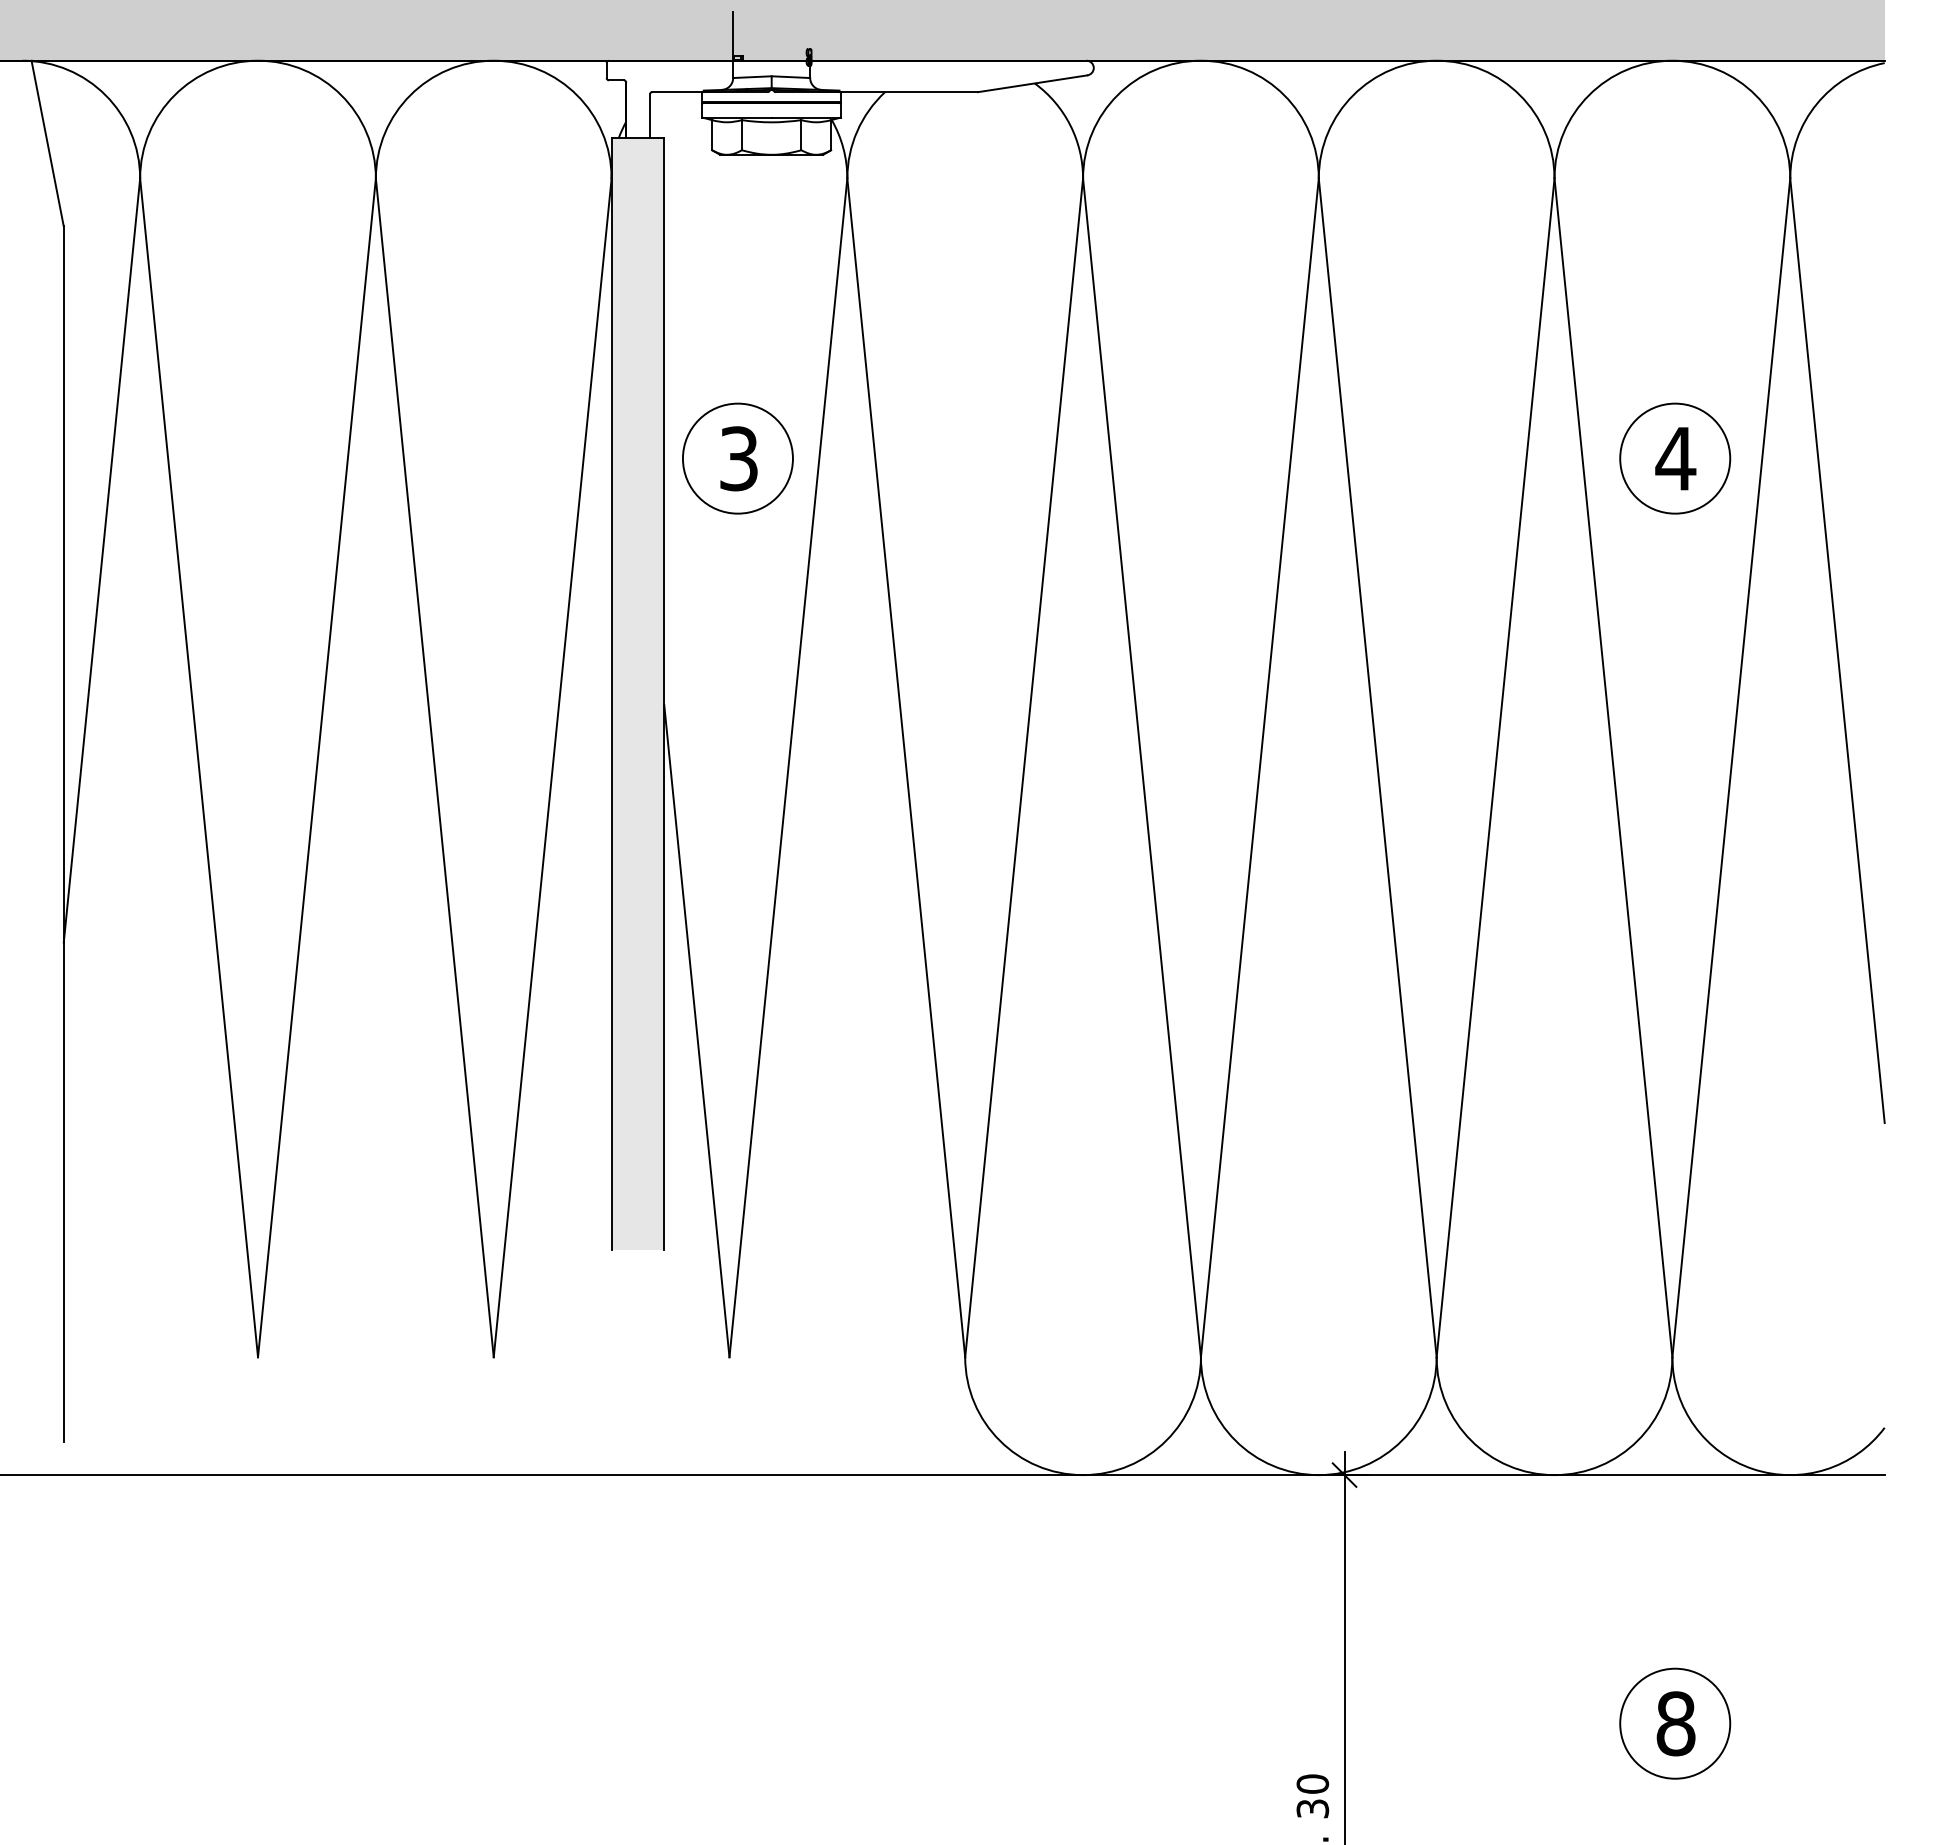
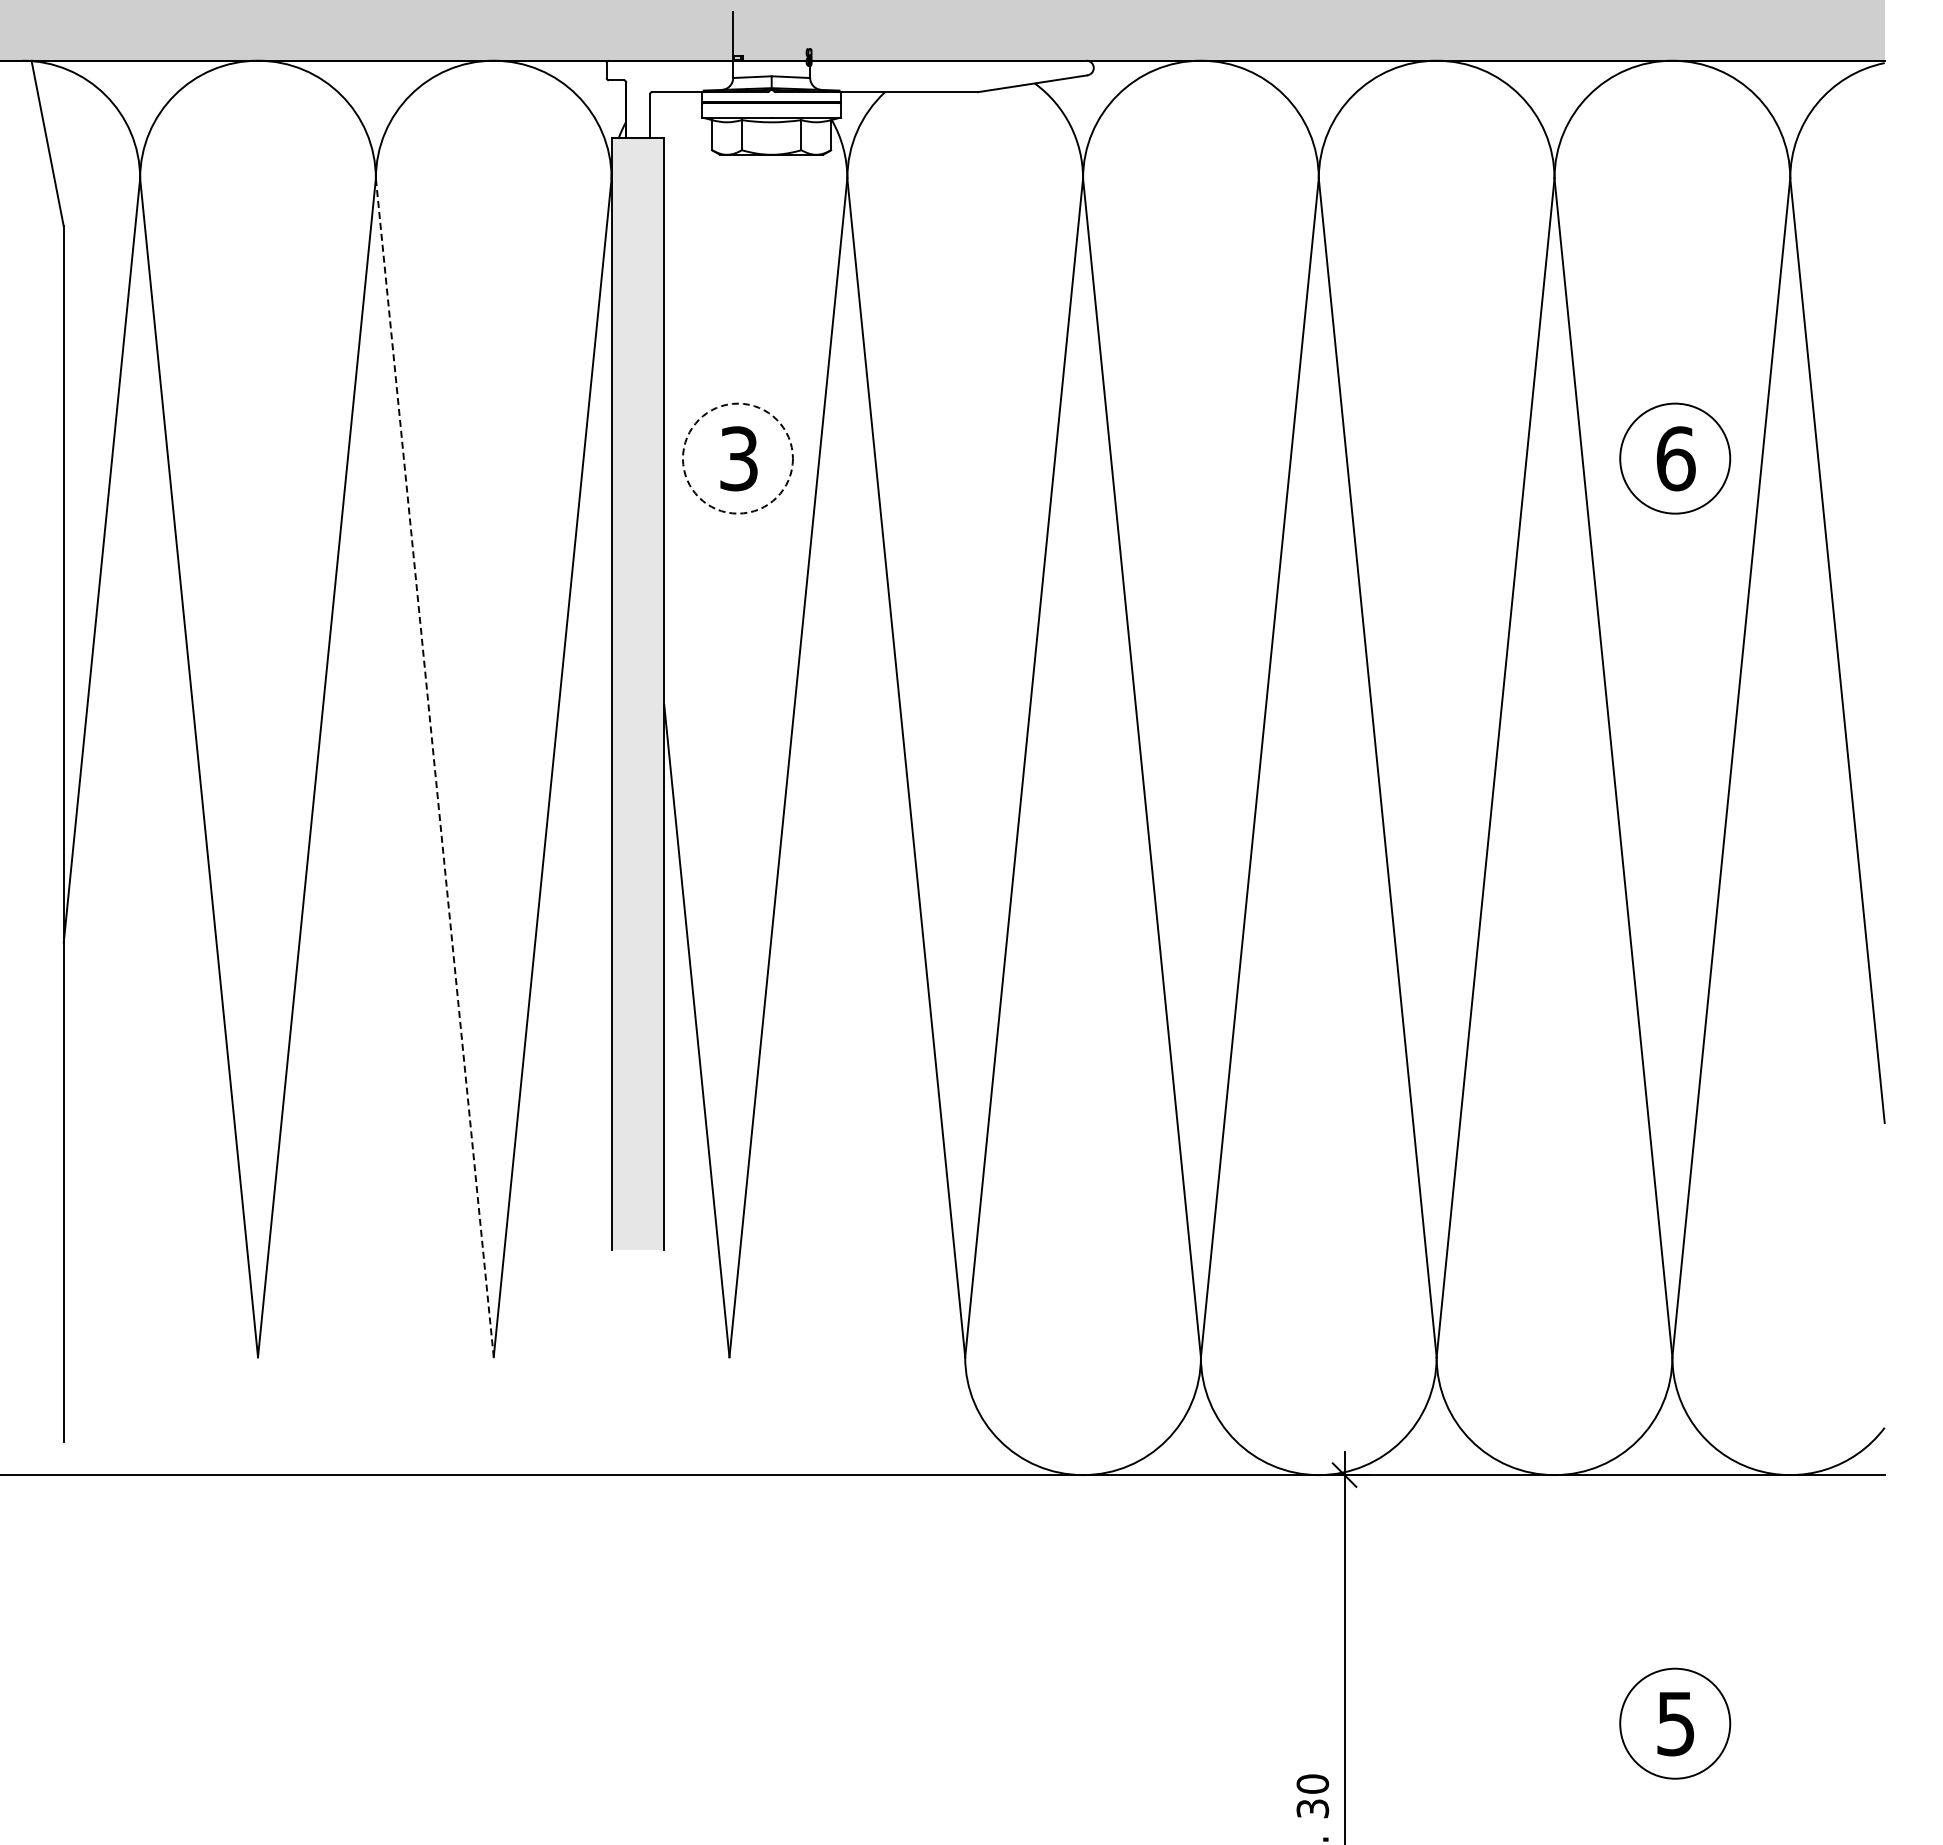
circle at (737, 458): solid -> dashed
text at (1675, 458): 4 -> 6
line at (434, 767): solid -> dashed
text at (1675, 1723): 8 -> 5
